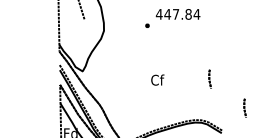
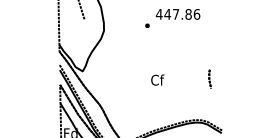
text at (196, 14): 447.84 -> 447.86
line at (244, 107): present -> none
